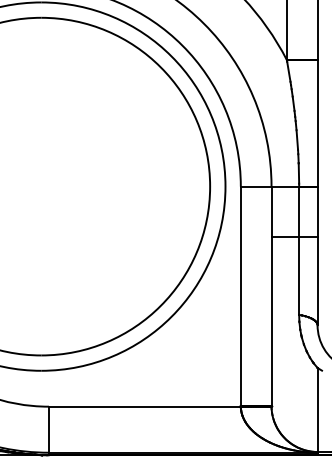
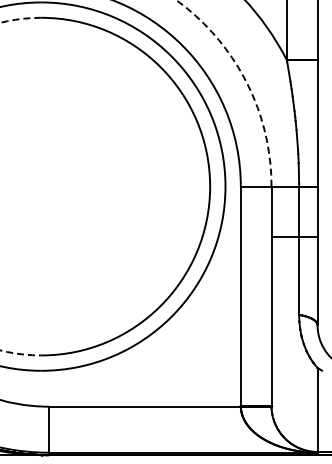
arc at (245, 79): solid -> dashed
arc at (0, 350): solid -> dashed
